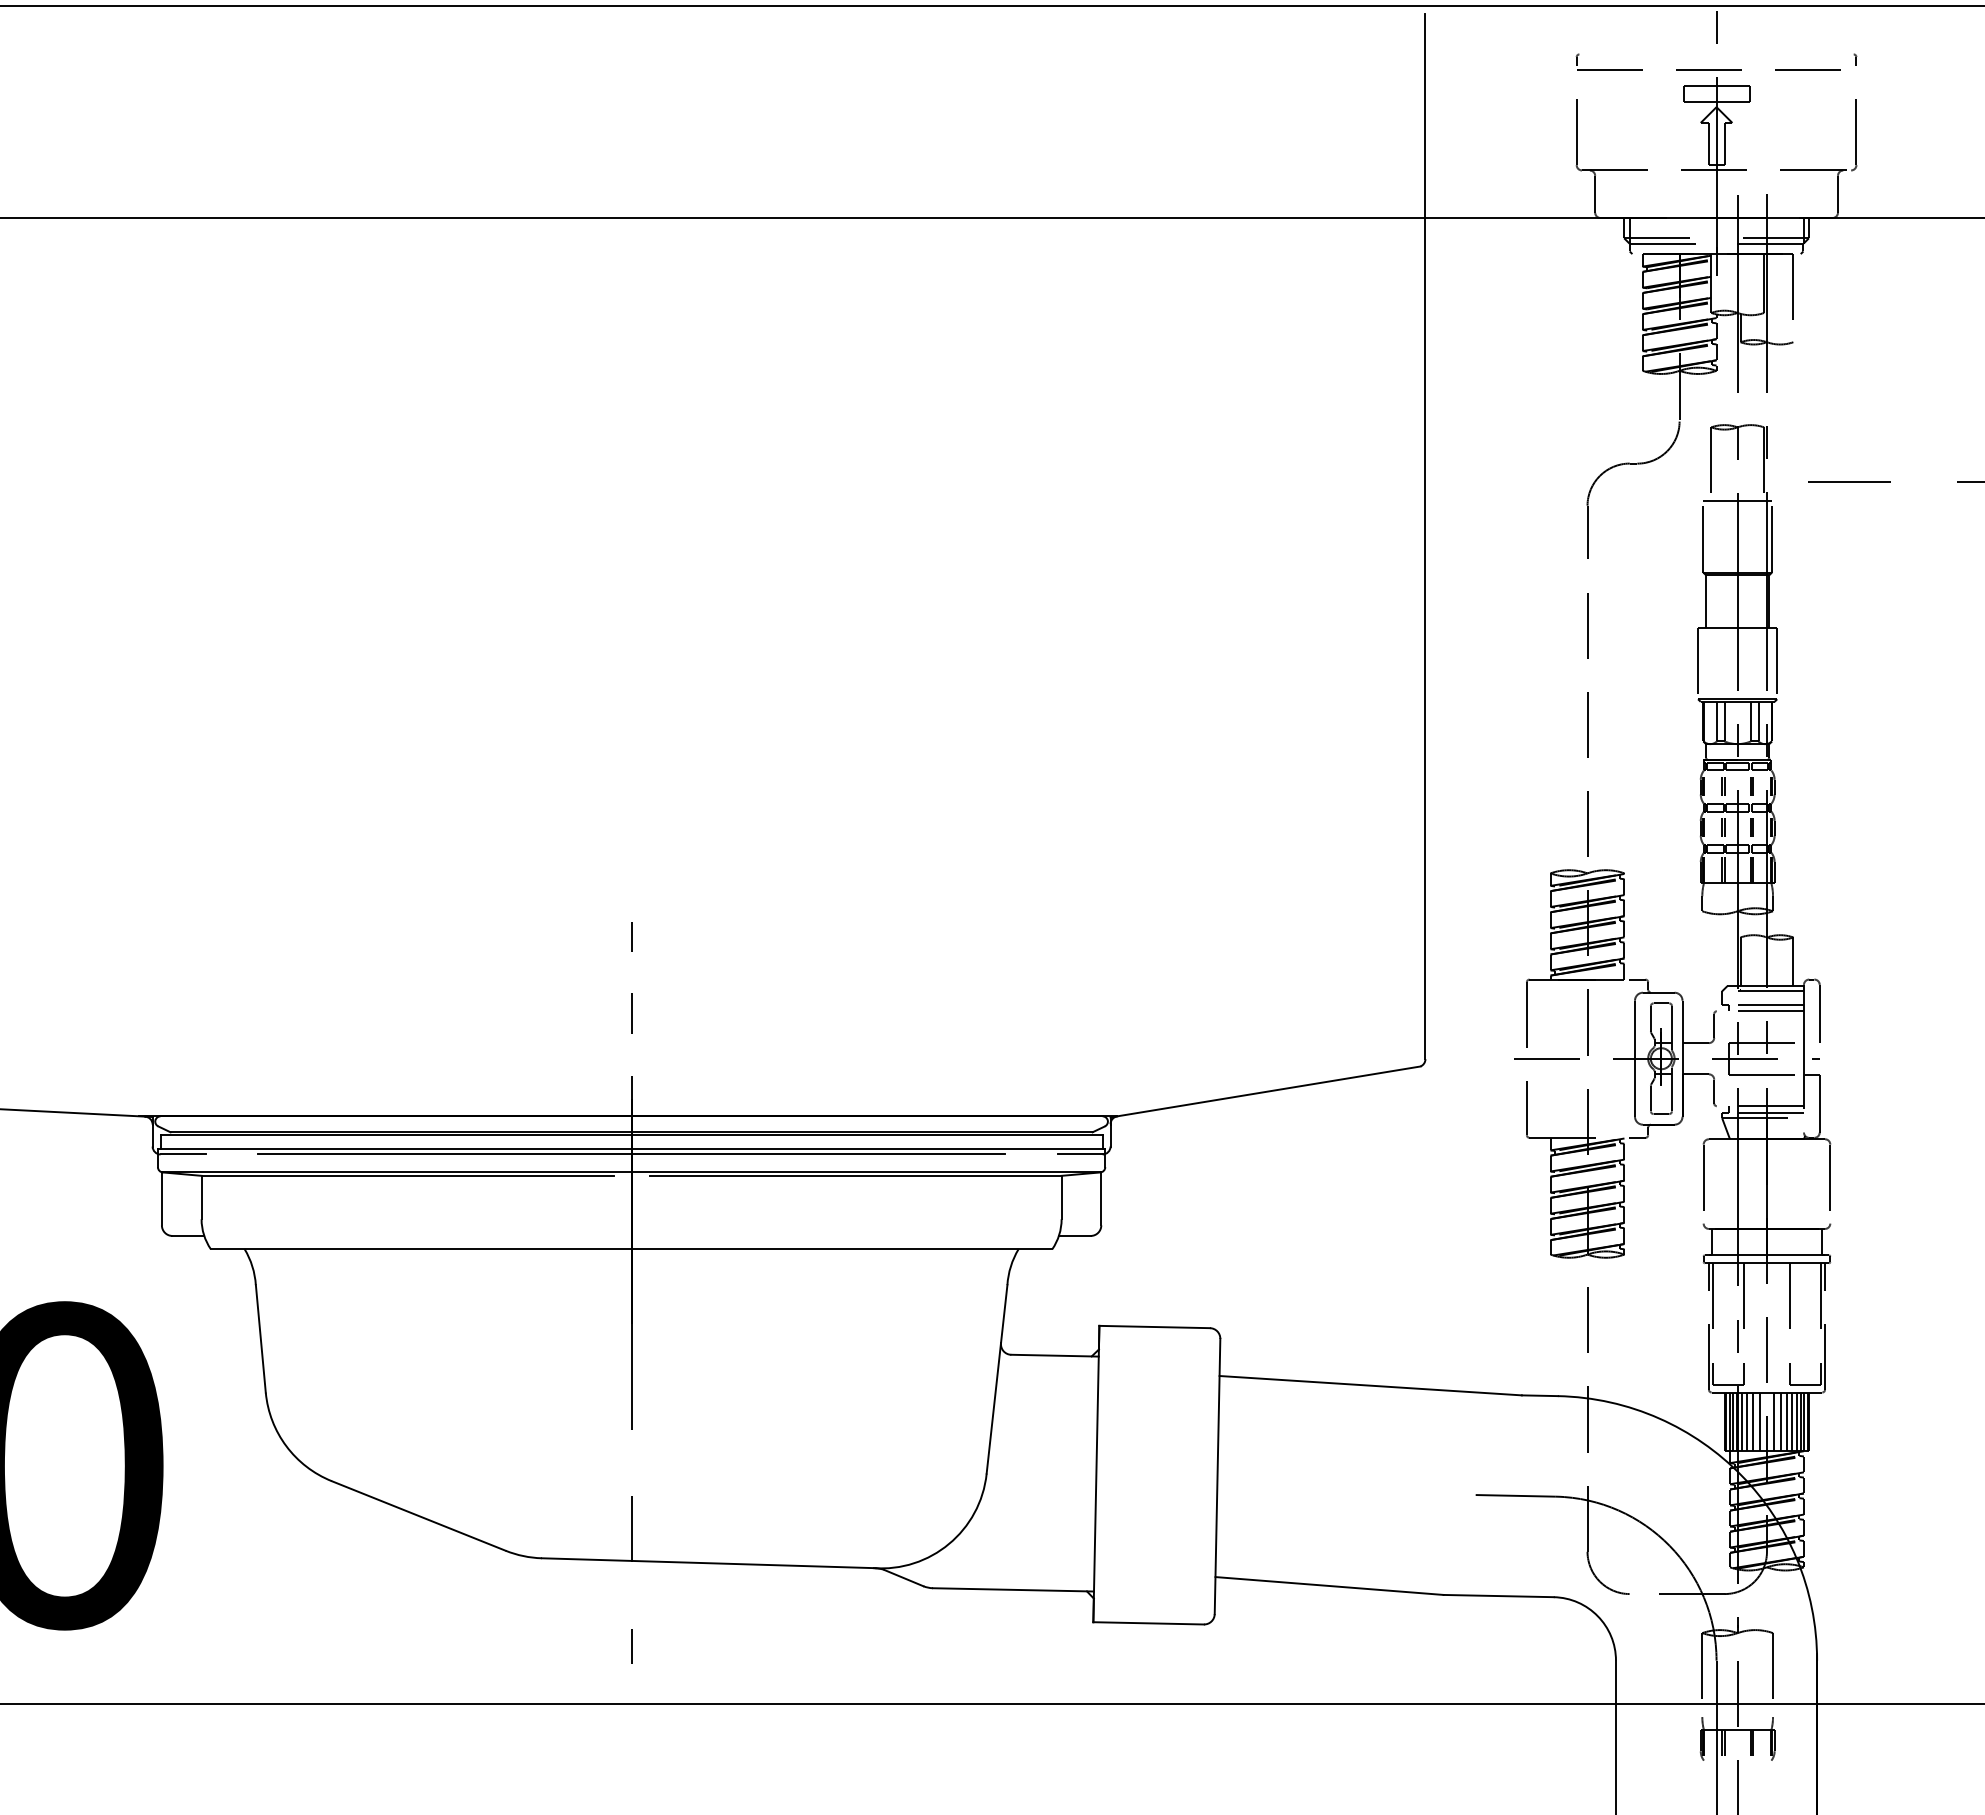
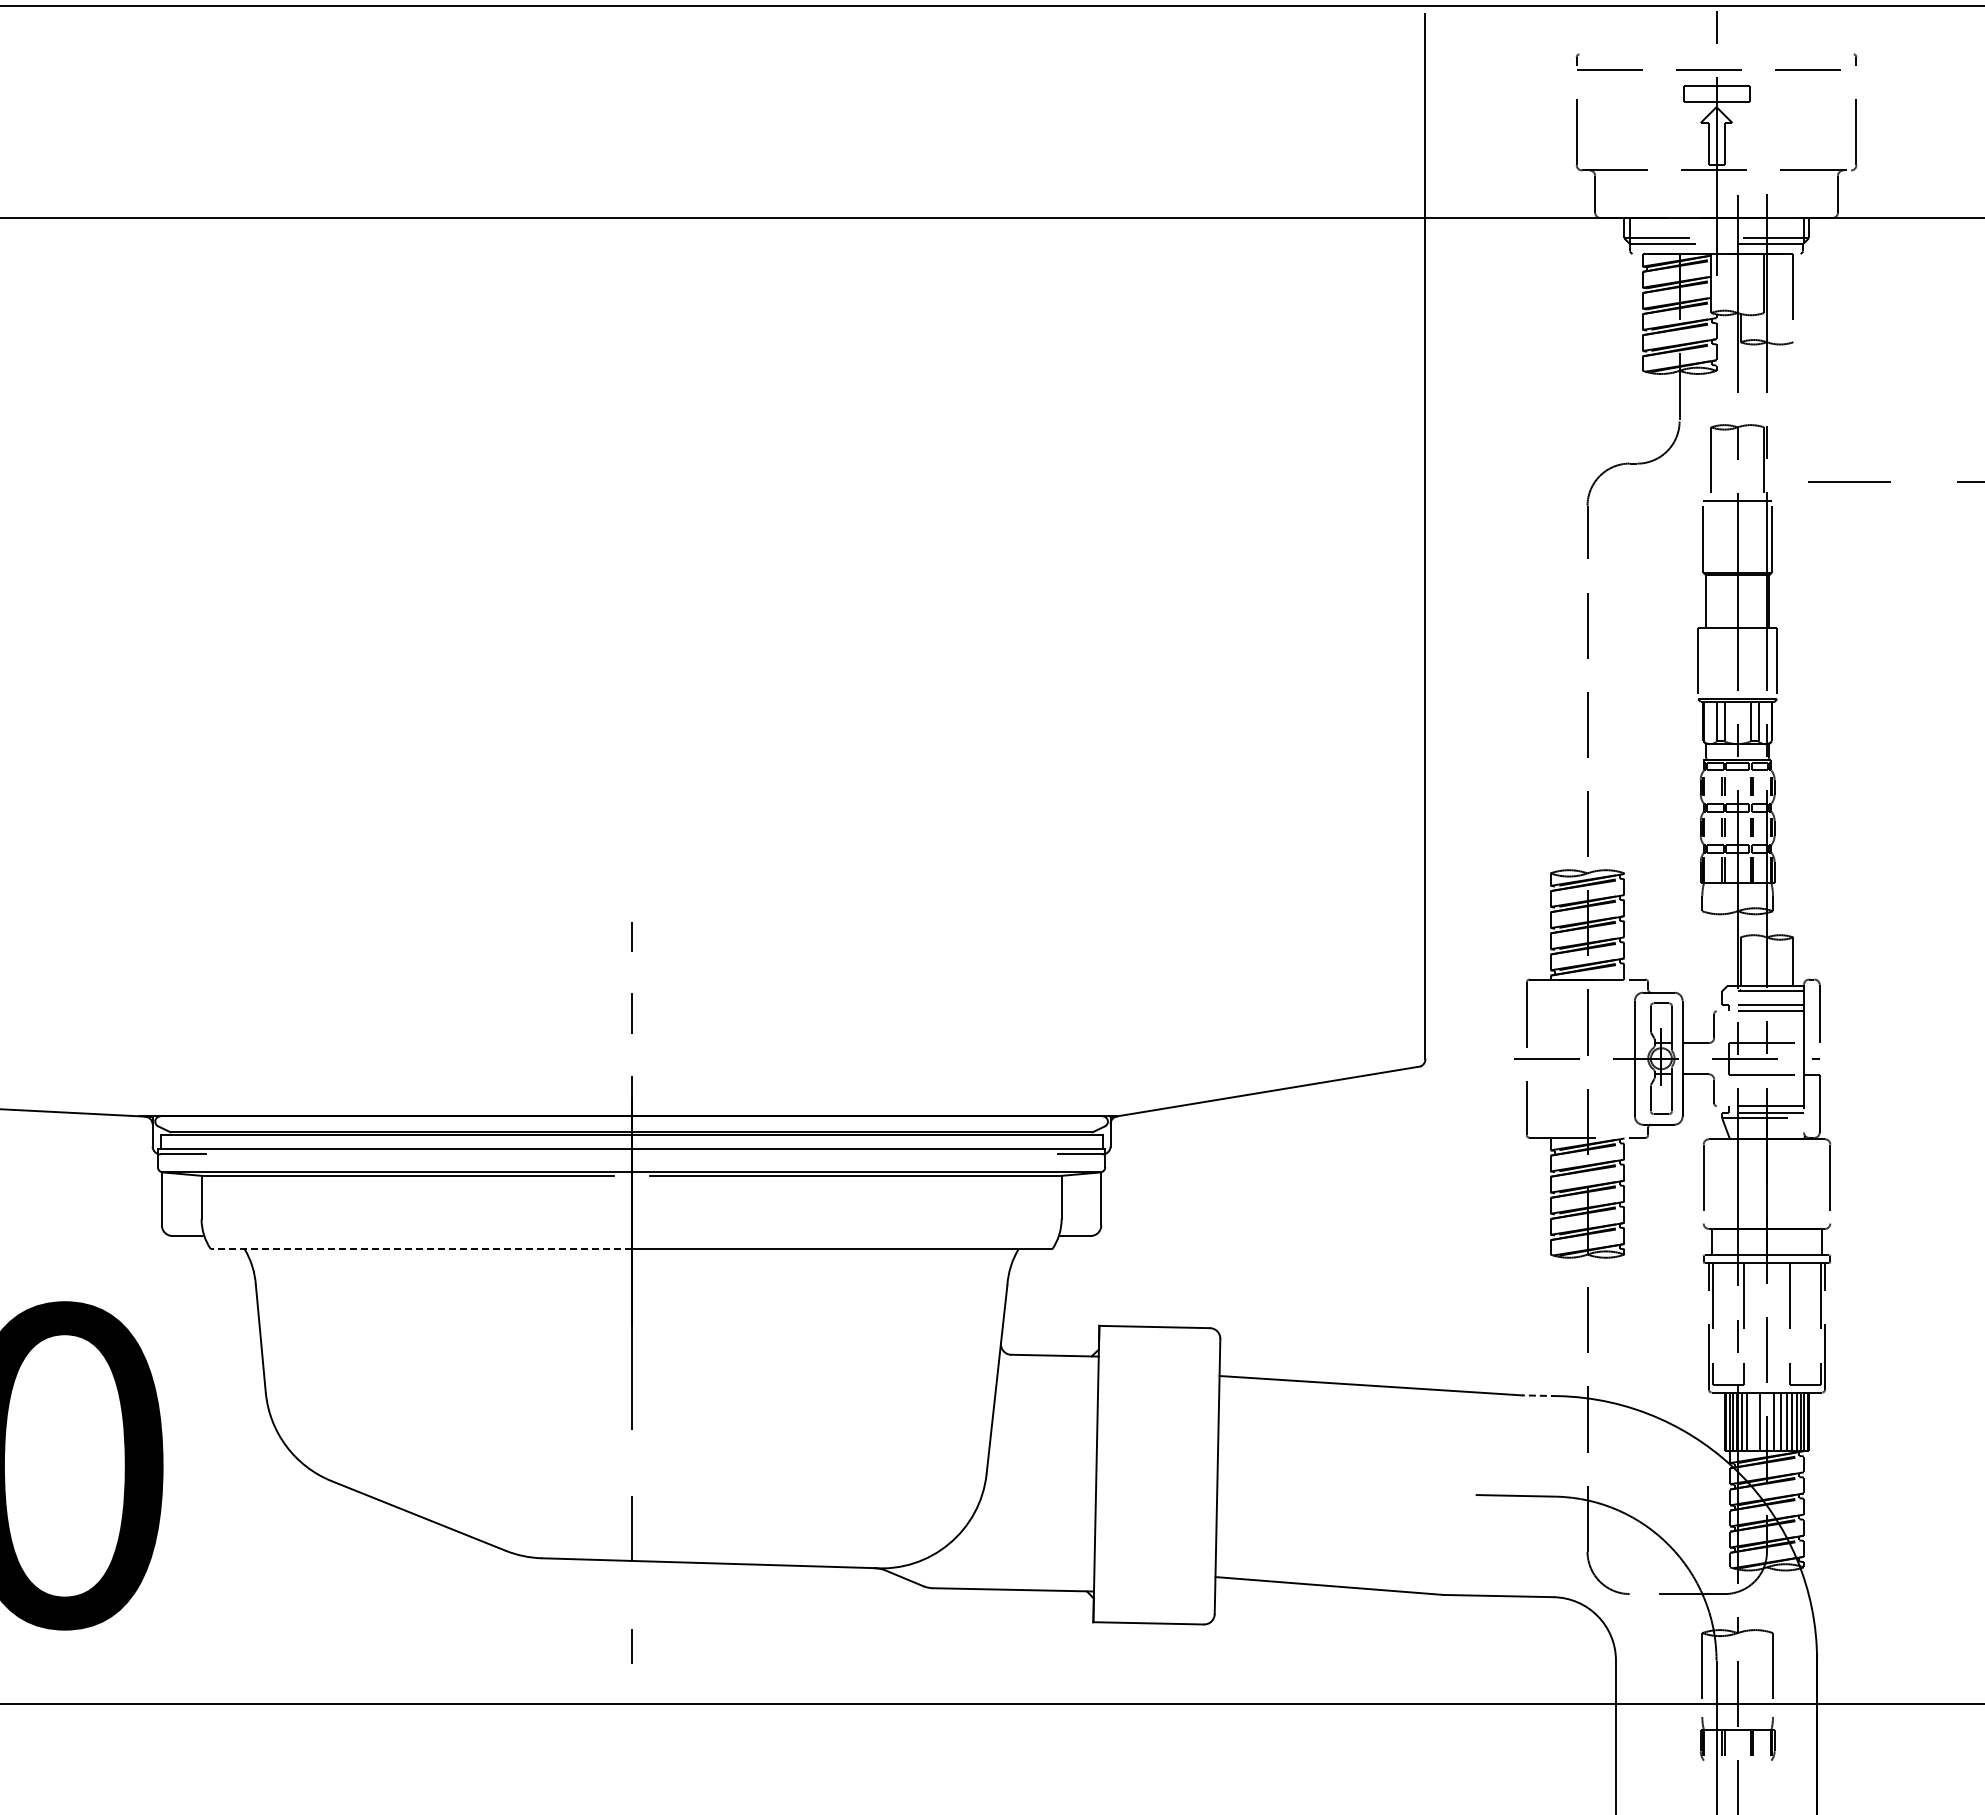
line at (631, 1154): present -> none
line at (420, 1249): solid -> dashed
line at (1539, 1395): solid -> dashed
line at (1753, 1421): present -> none
